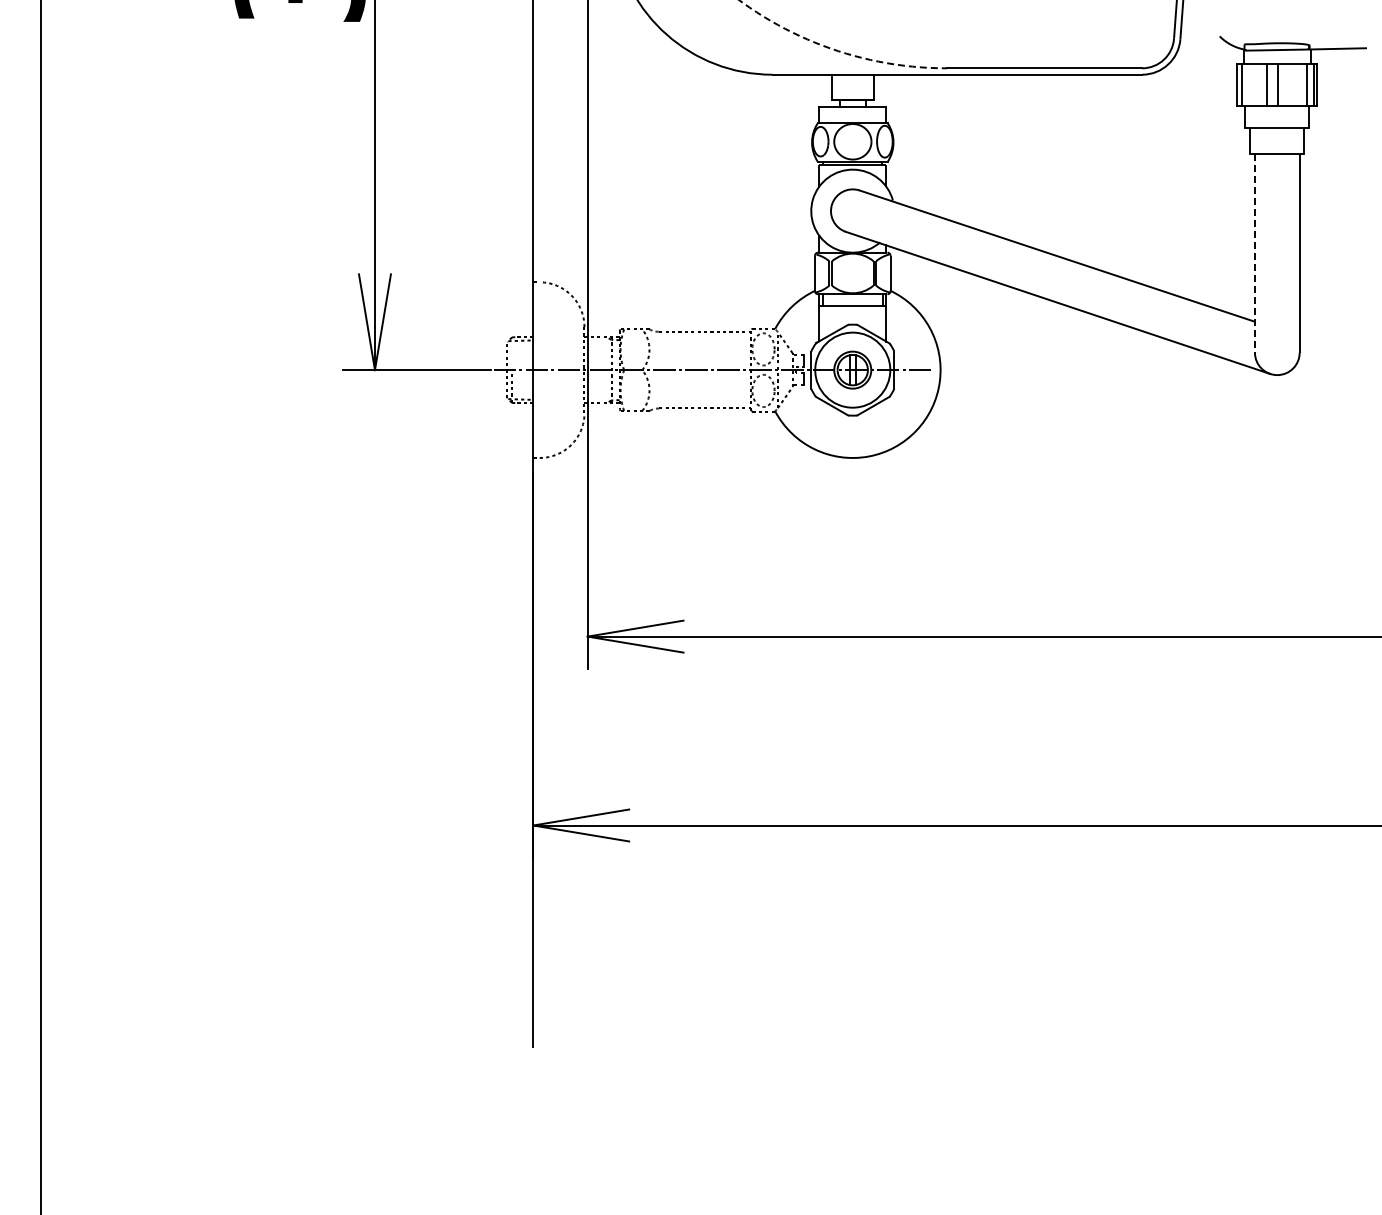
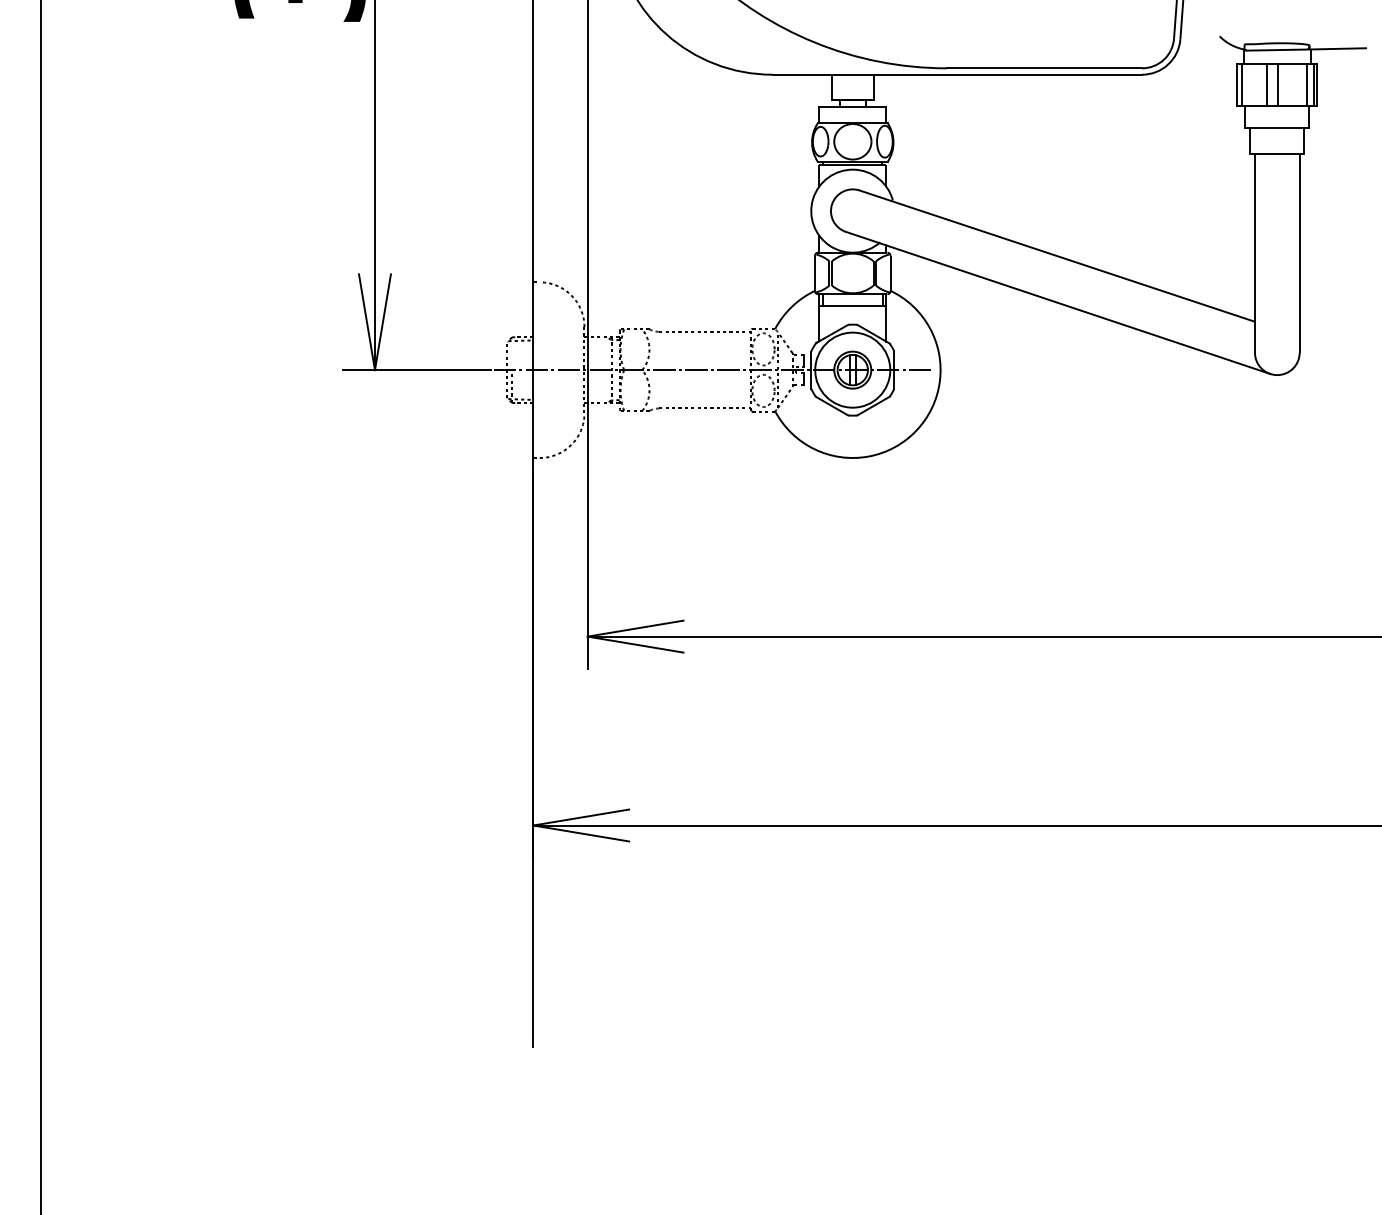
arc at (836, 50): dashed -> solid
line at (1254, 253): dashed -> solid
